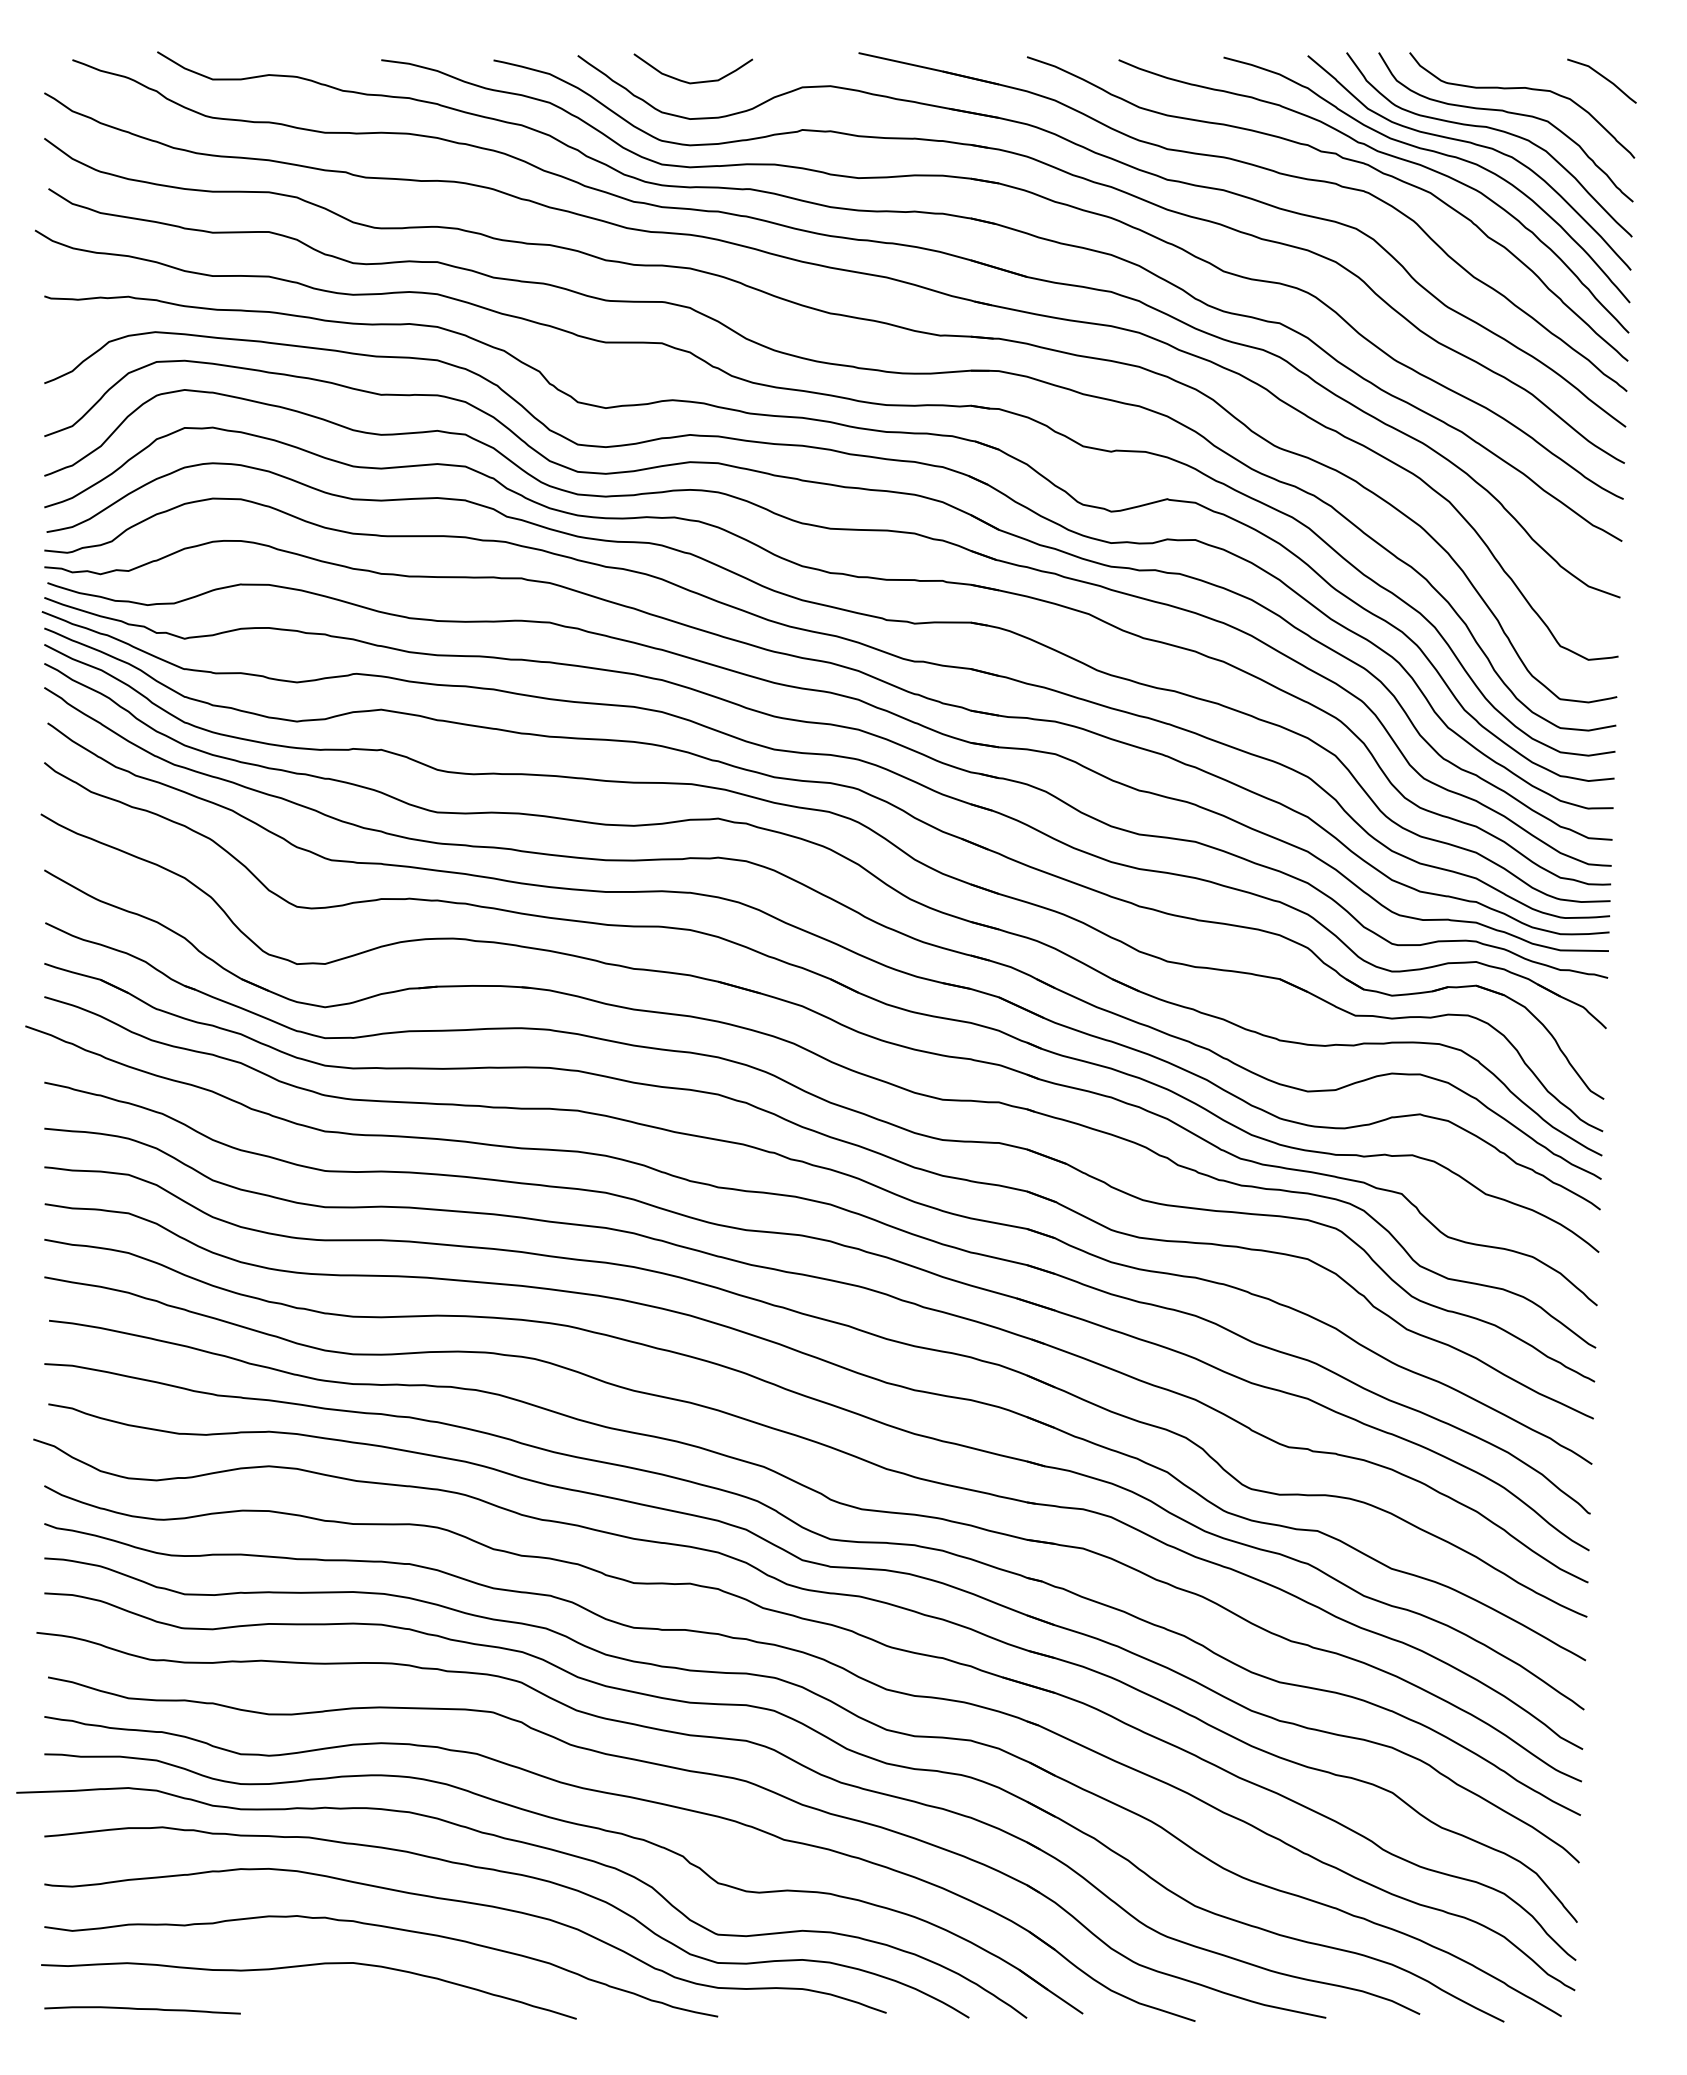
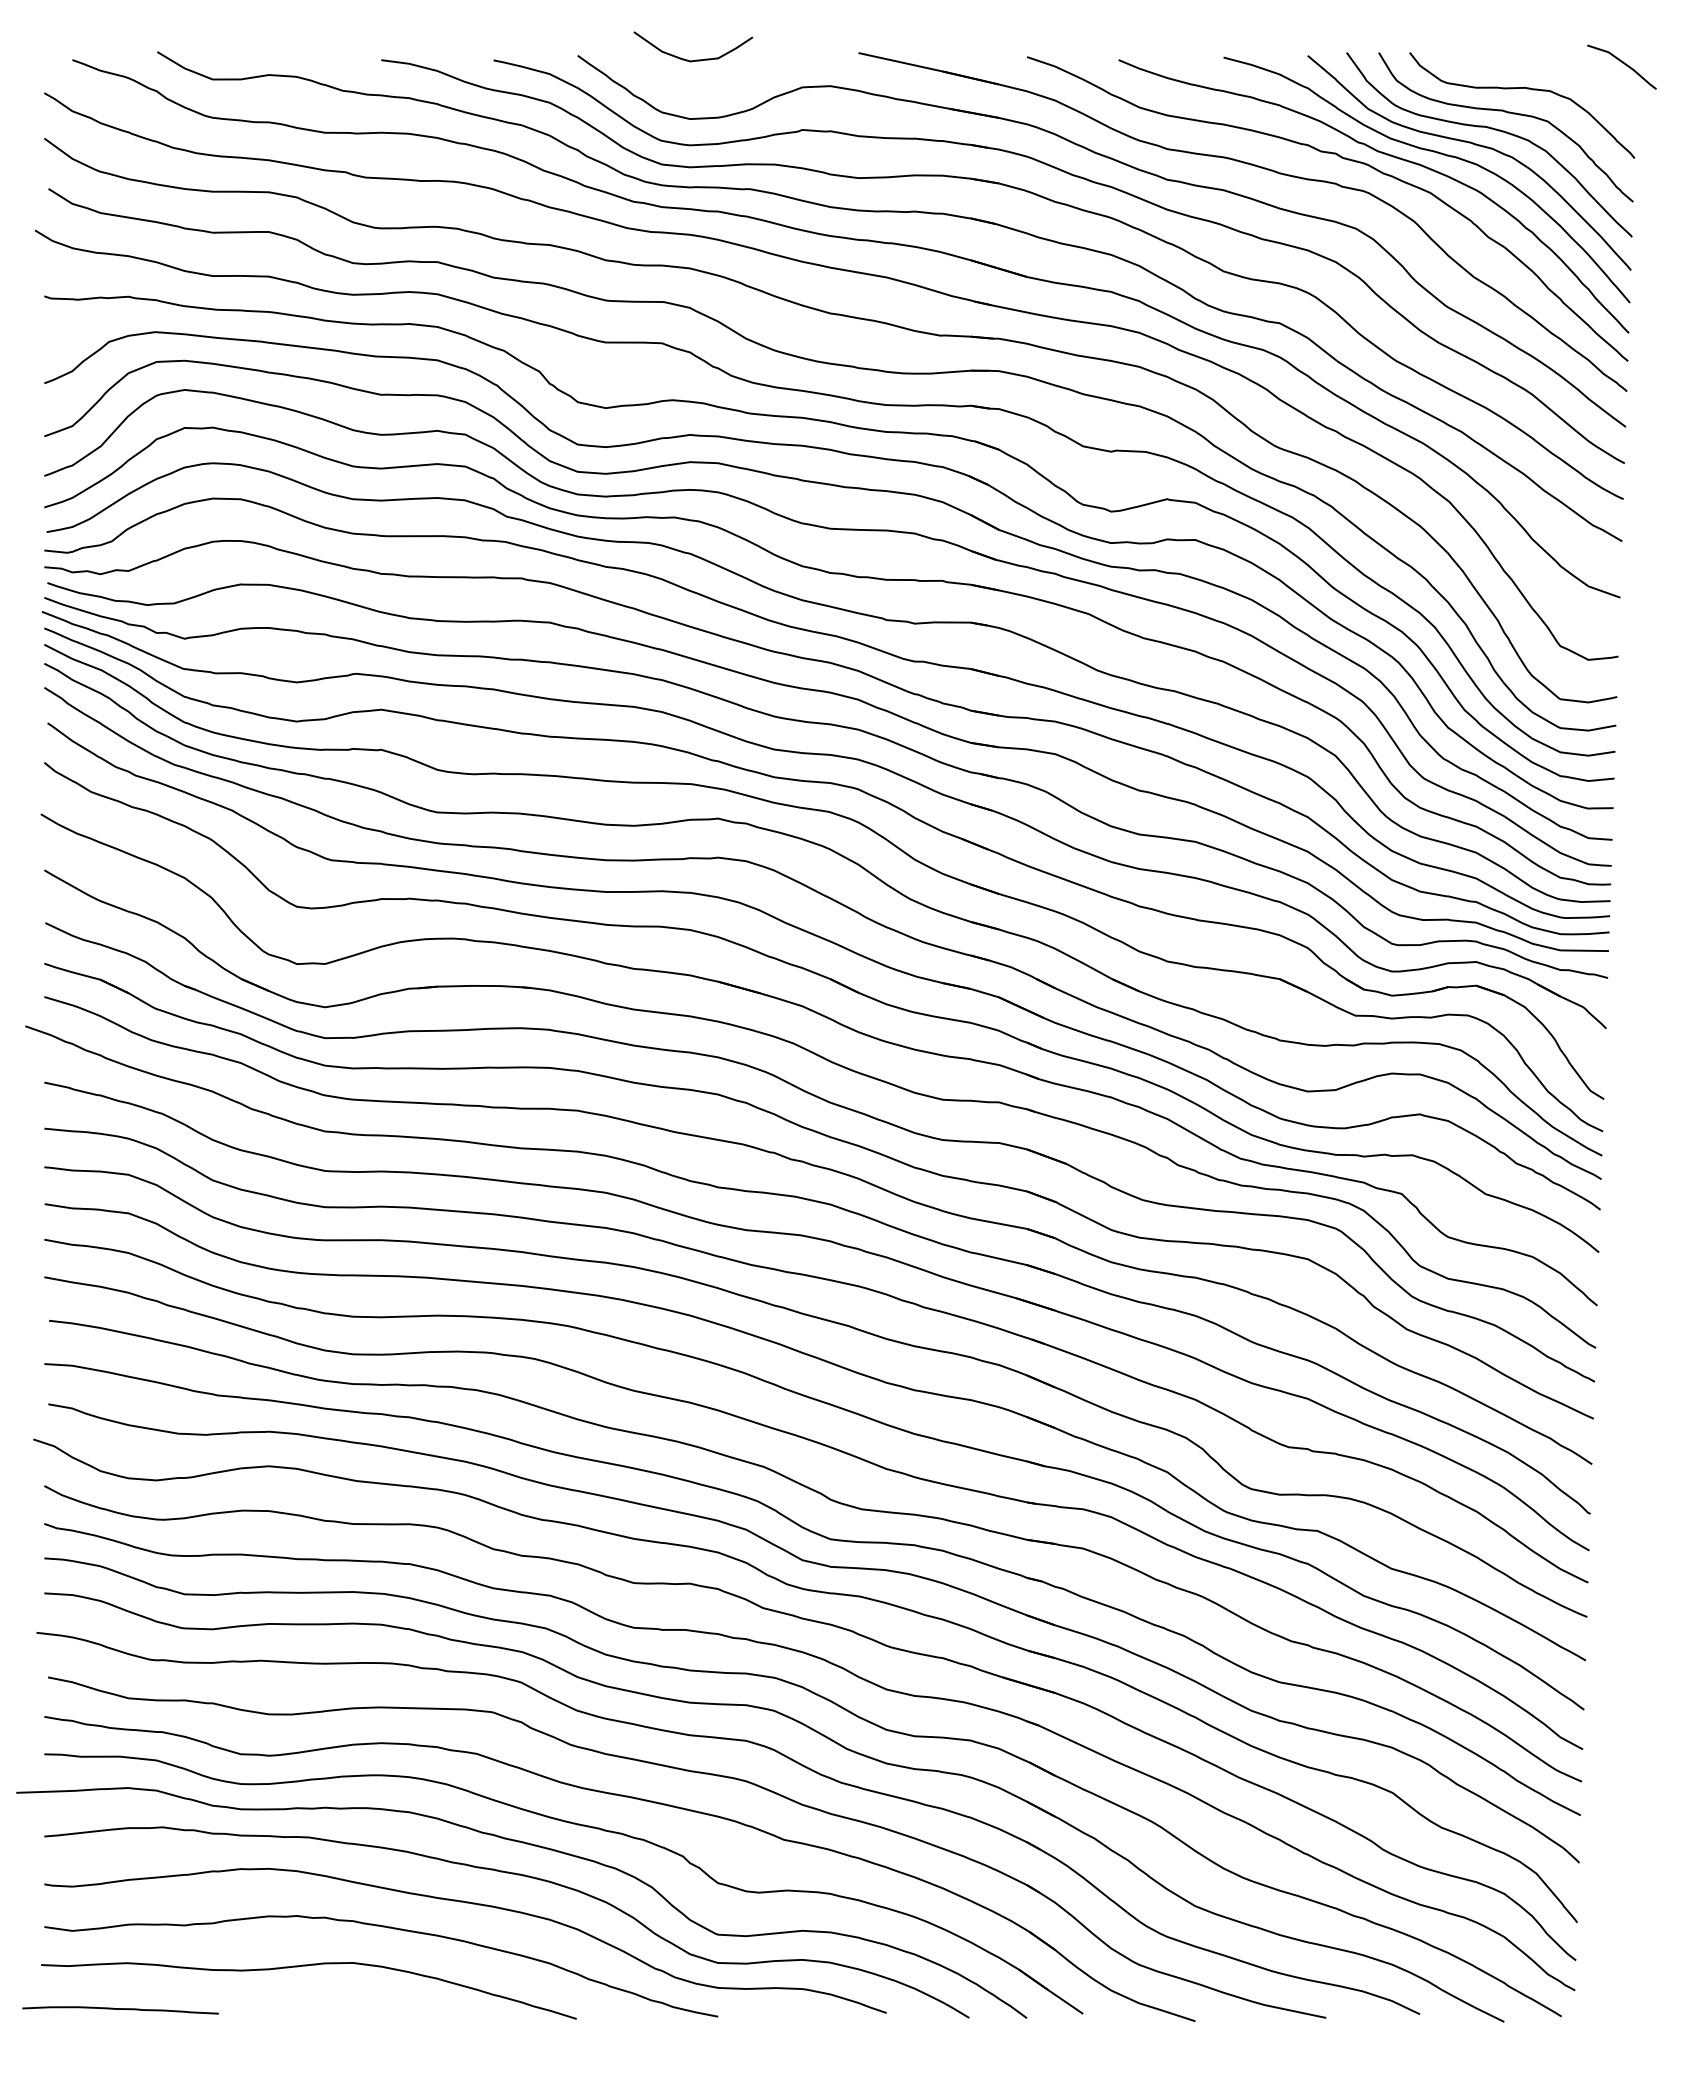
line at (1602, 77) position: (1602, 77) -> (1622, 63)
curve at (695, 81) position: (695, 81) -> (695, 59)
curve at (142, 2009) position: (142, 2009) -> (120, 2009)
